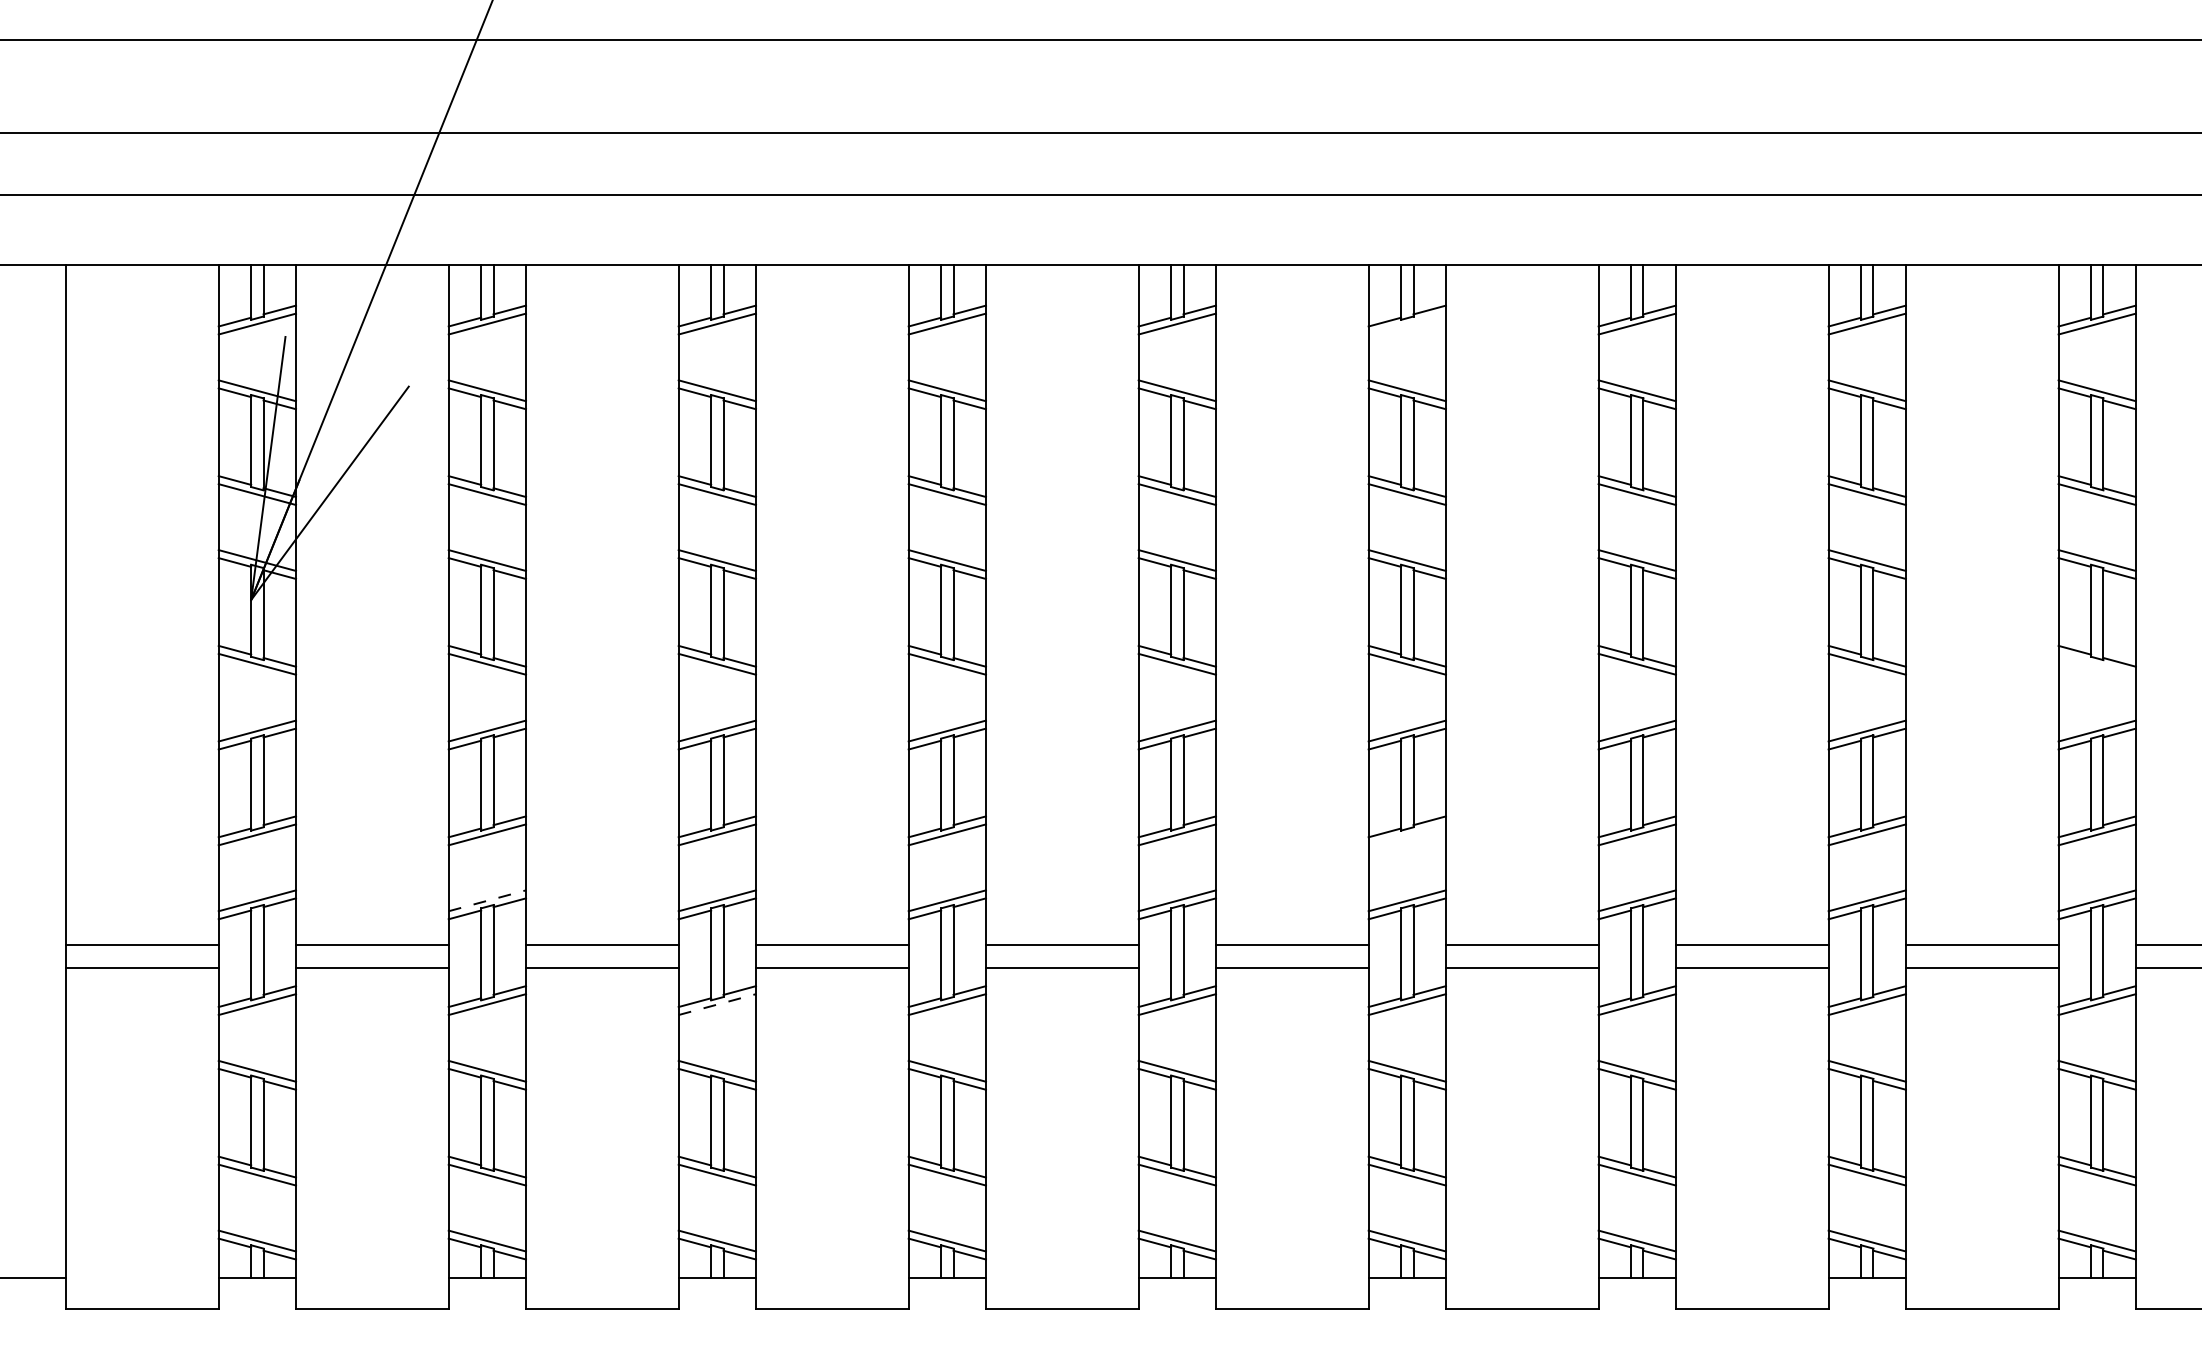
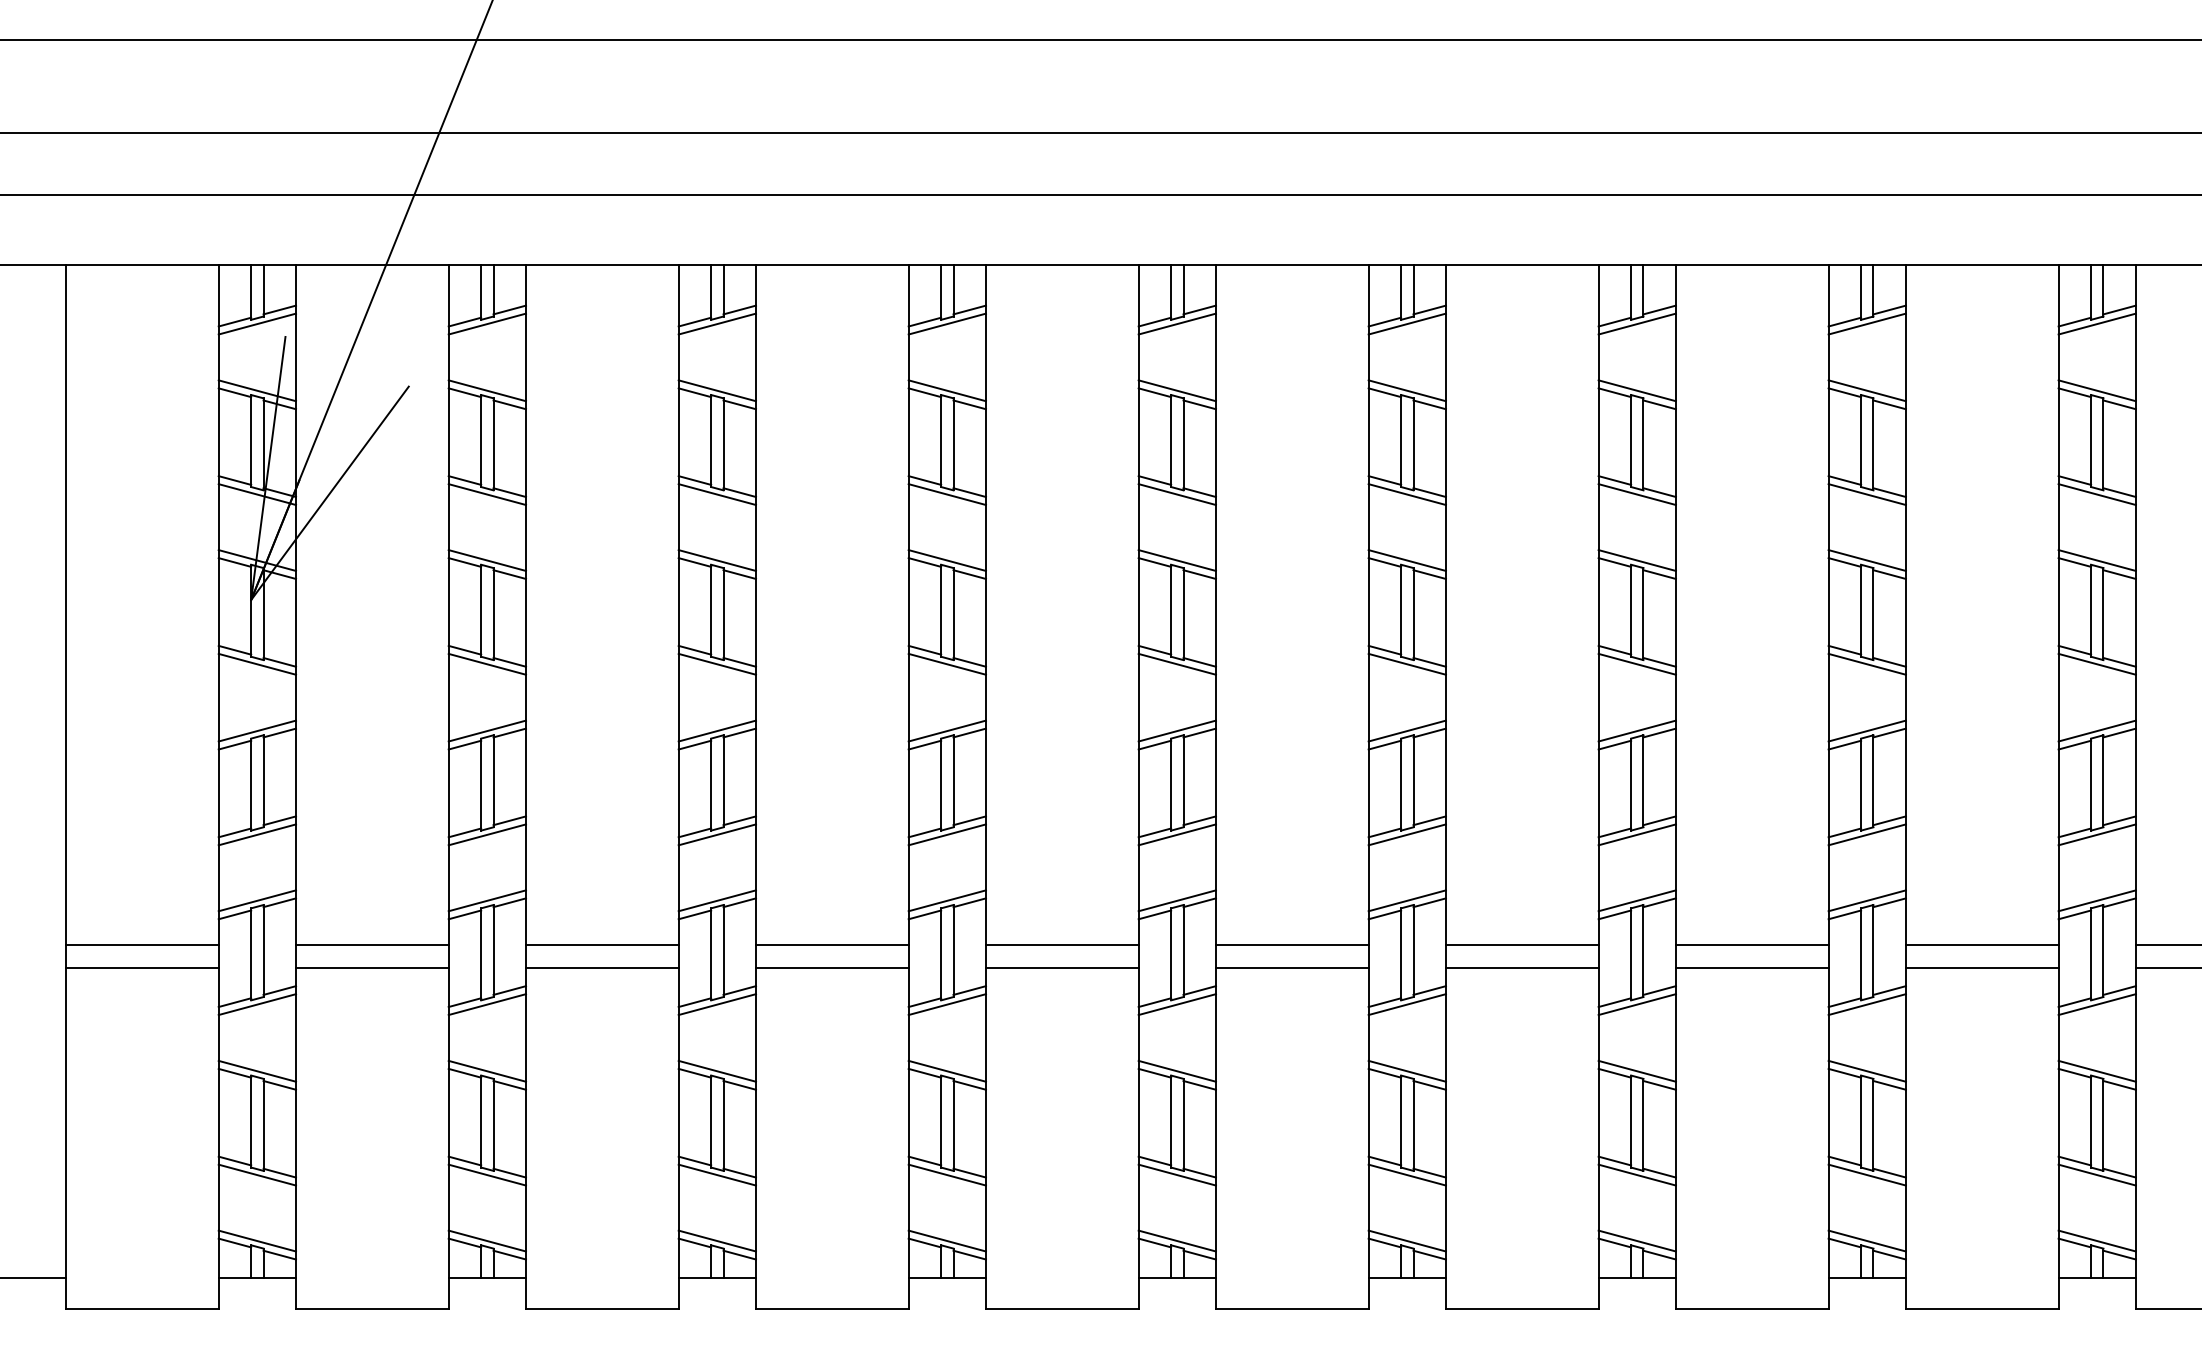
line at (1406, 323): none -> present
line at (2096, 663): none -> present
line at (1406, 834): none -> present
line at (487, 900): dashed -> solid
line at (717, 1004): dashed -> solid
